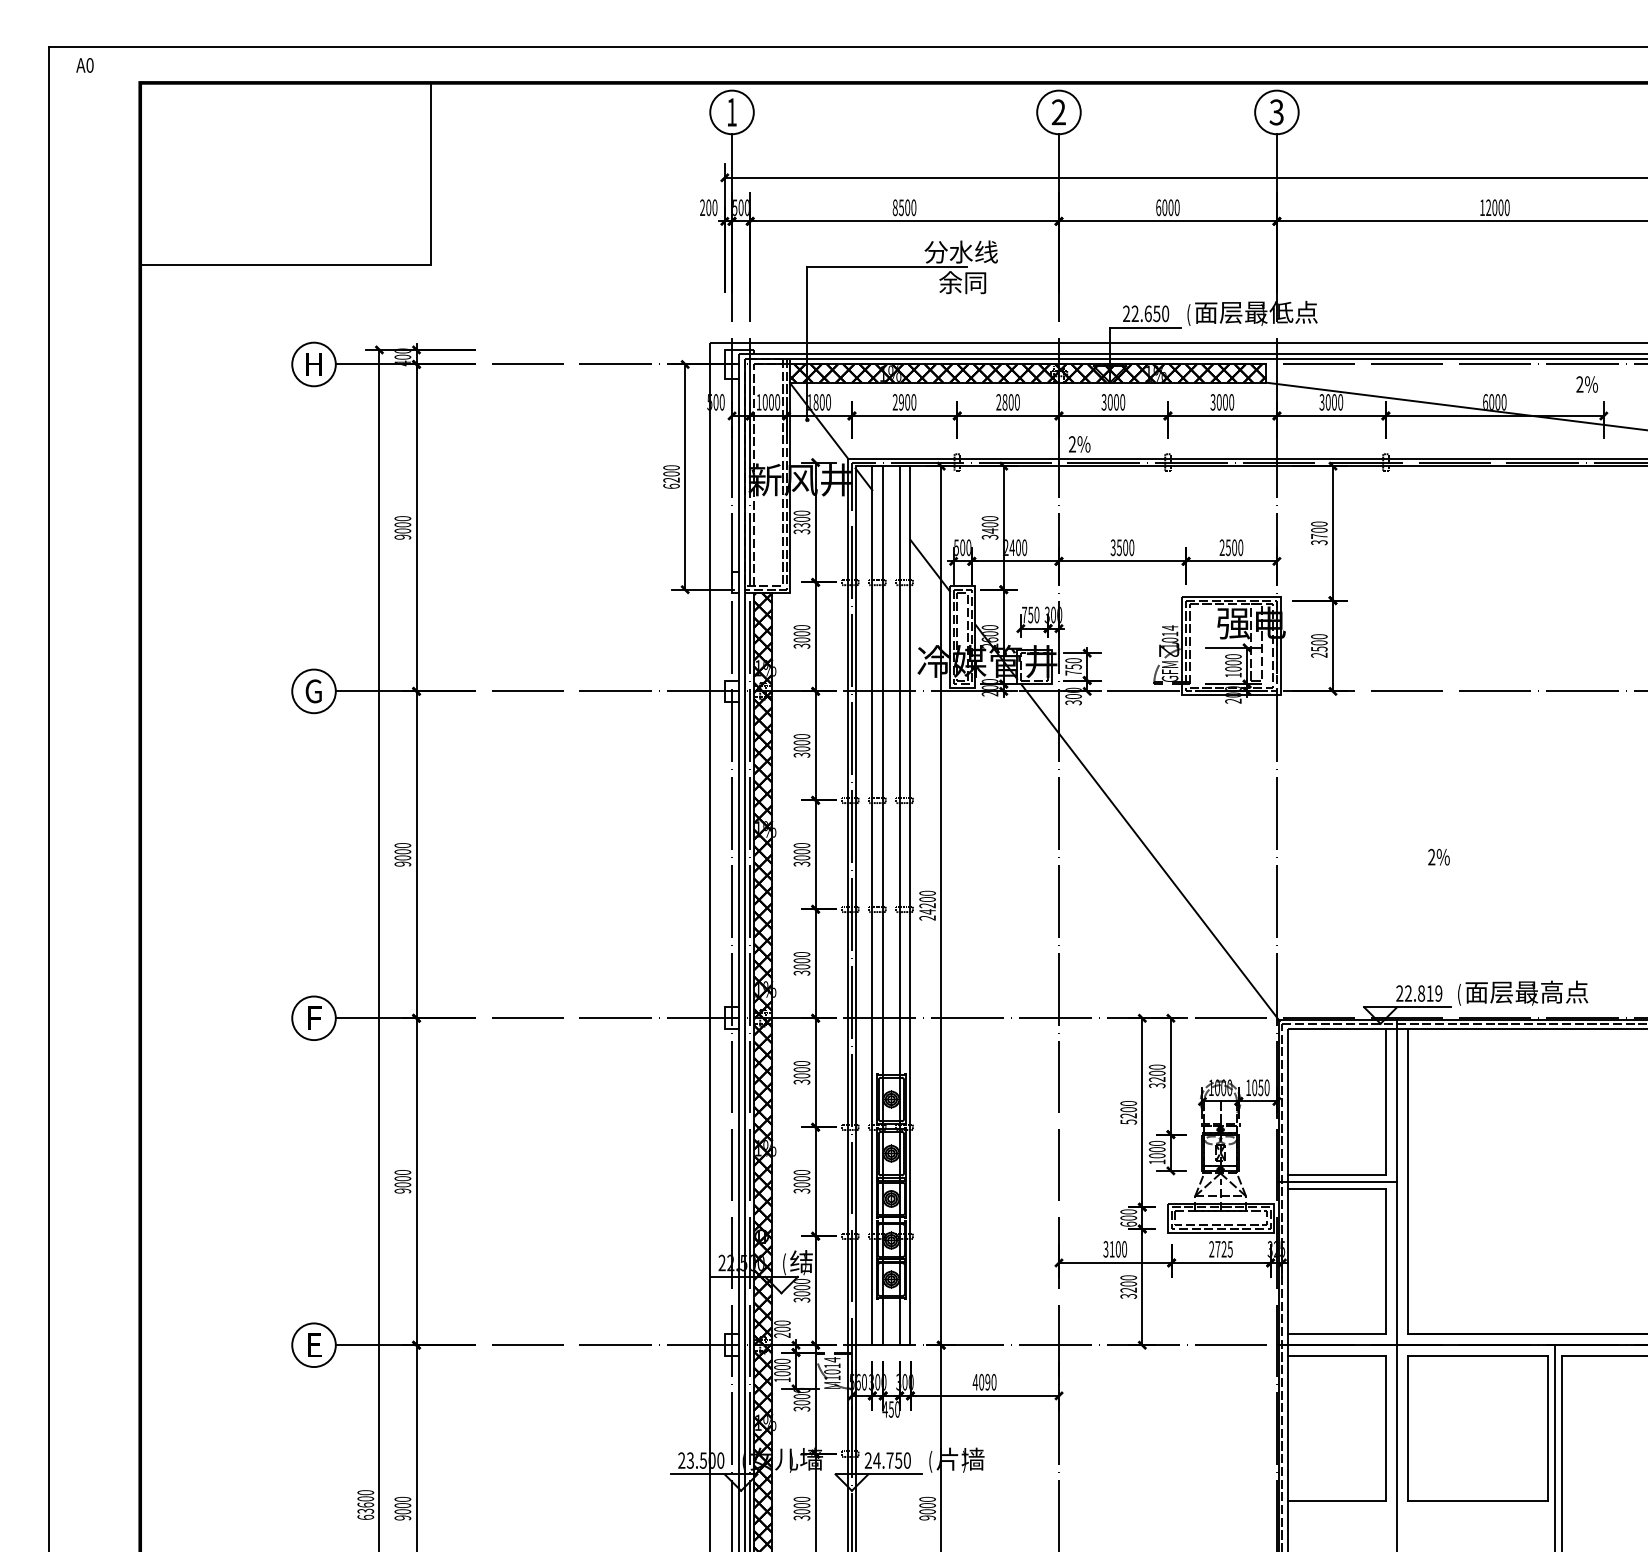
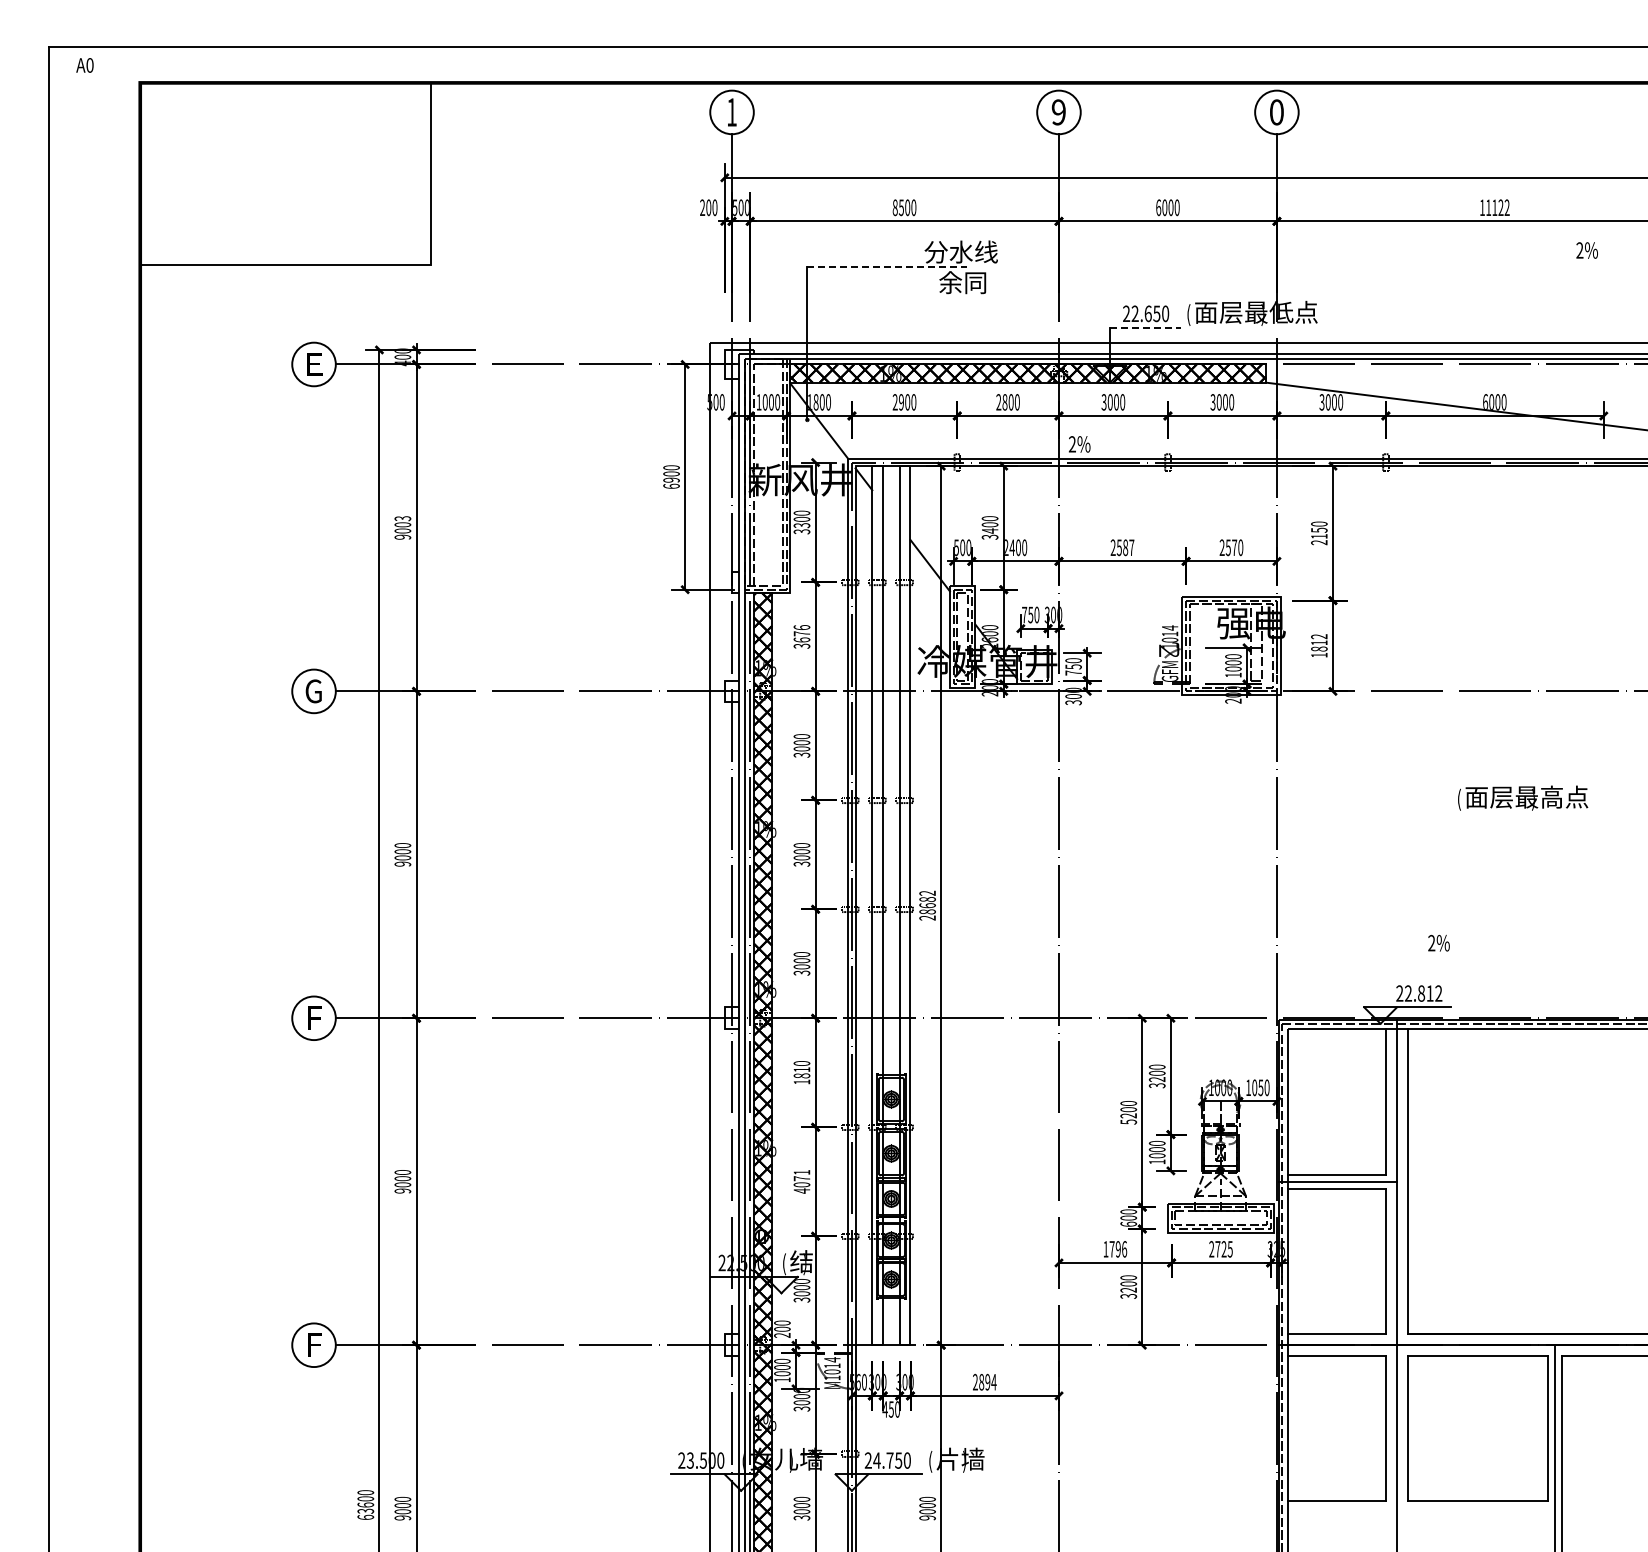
text at (1058, 112): 2 -> 9
text at (1276, 112): 3 -> 0
text at (1497, 207): 12000 -> 11122
line at (887, 267): solid -> dashed
line at (1145, 327): solid -> dashed
text at (314, 364): H -> E
text at (1586, 384) position: (1586, 384) -> (1586, 250)
text at (671, 479): 6200 -> 6900
text at (402, 518): 9000 -> 9003
text at (1319, 536): 3700 -> 2150
text at (1122, 547): 3500 -> 2587
text at (1234, 547): 2500 -> 2570
text at (801, 633): 3000 -> 3676
text at (1319, 645): 2500 -> 1812
line at (1150, 852): present -> none
text at (1438, 856) position: (1438, 856) -> (1438, 942)
text at (927, 902): 24200 -> 28682
text at (1523, 992) position: (1523, 992) -> (1523, 797)
text at (1438, 993): 22.819 -> 22.812
text at (801, 1075): 3000 -> 1810
text at (801, 1181): 3000 -> 4071
text at (1115, 1249): 3100 -> 1796
text at (316, 1344): E -> F
text at (984, 1381): 4090 -> 2894
